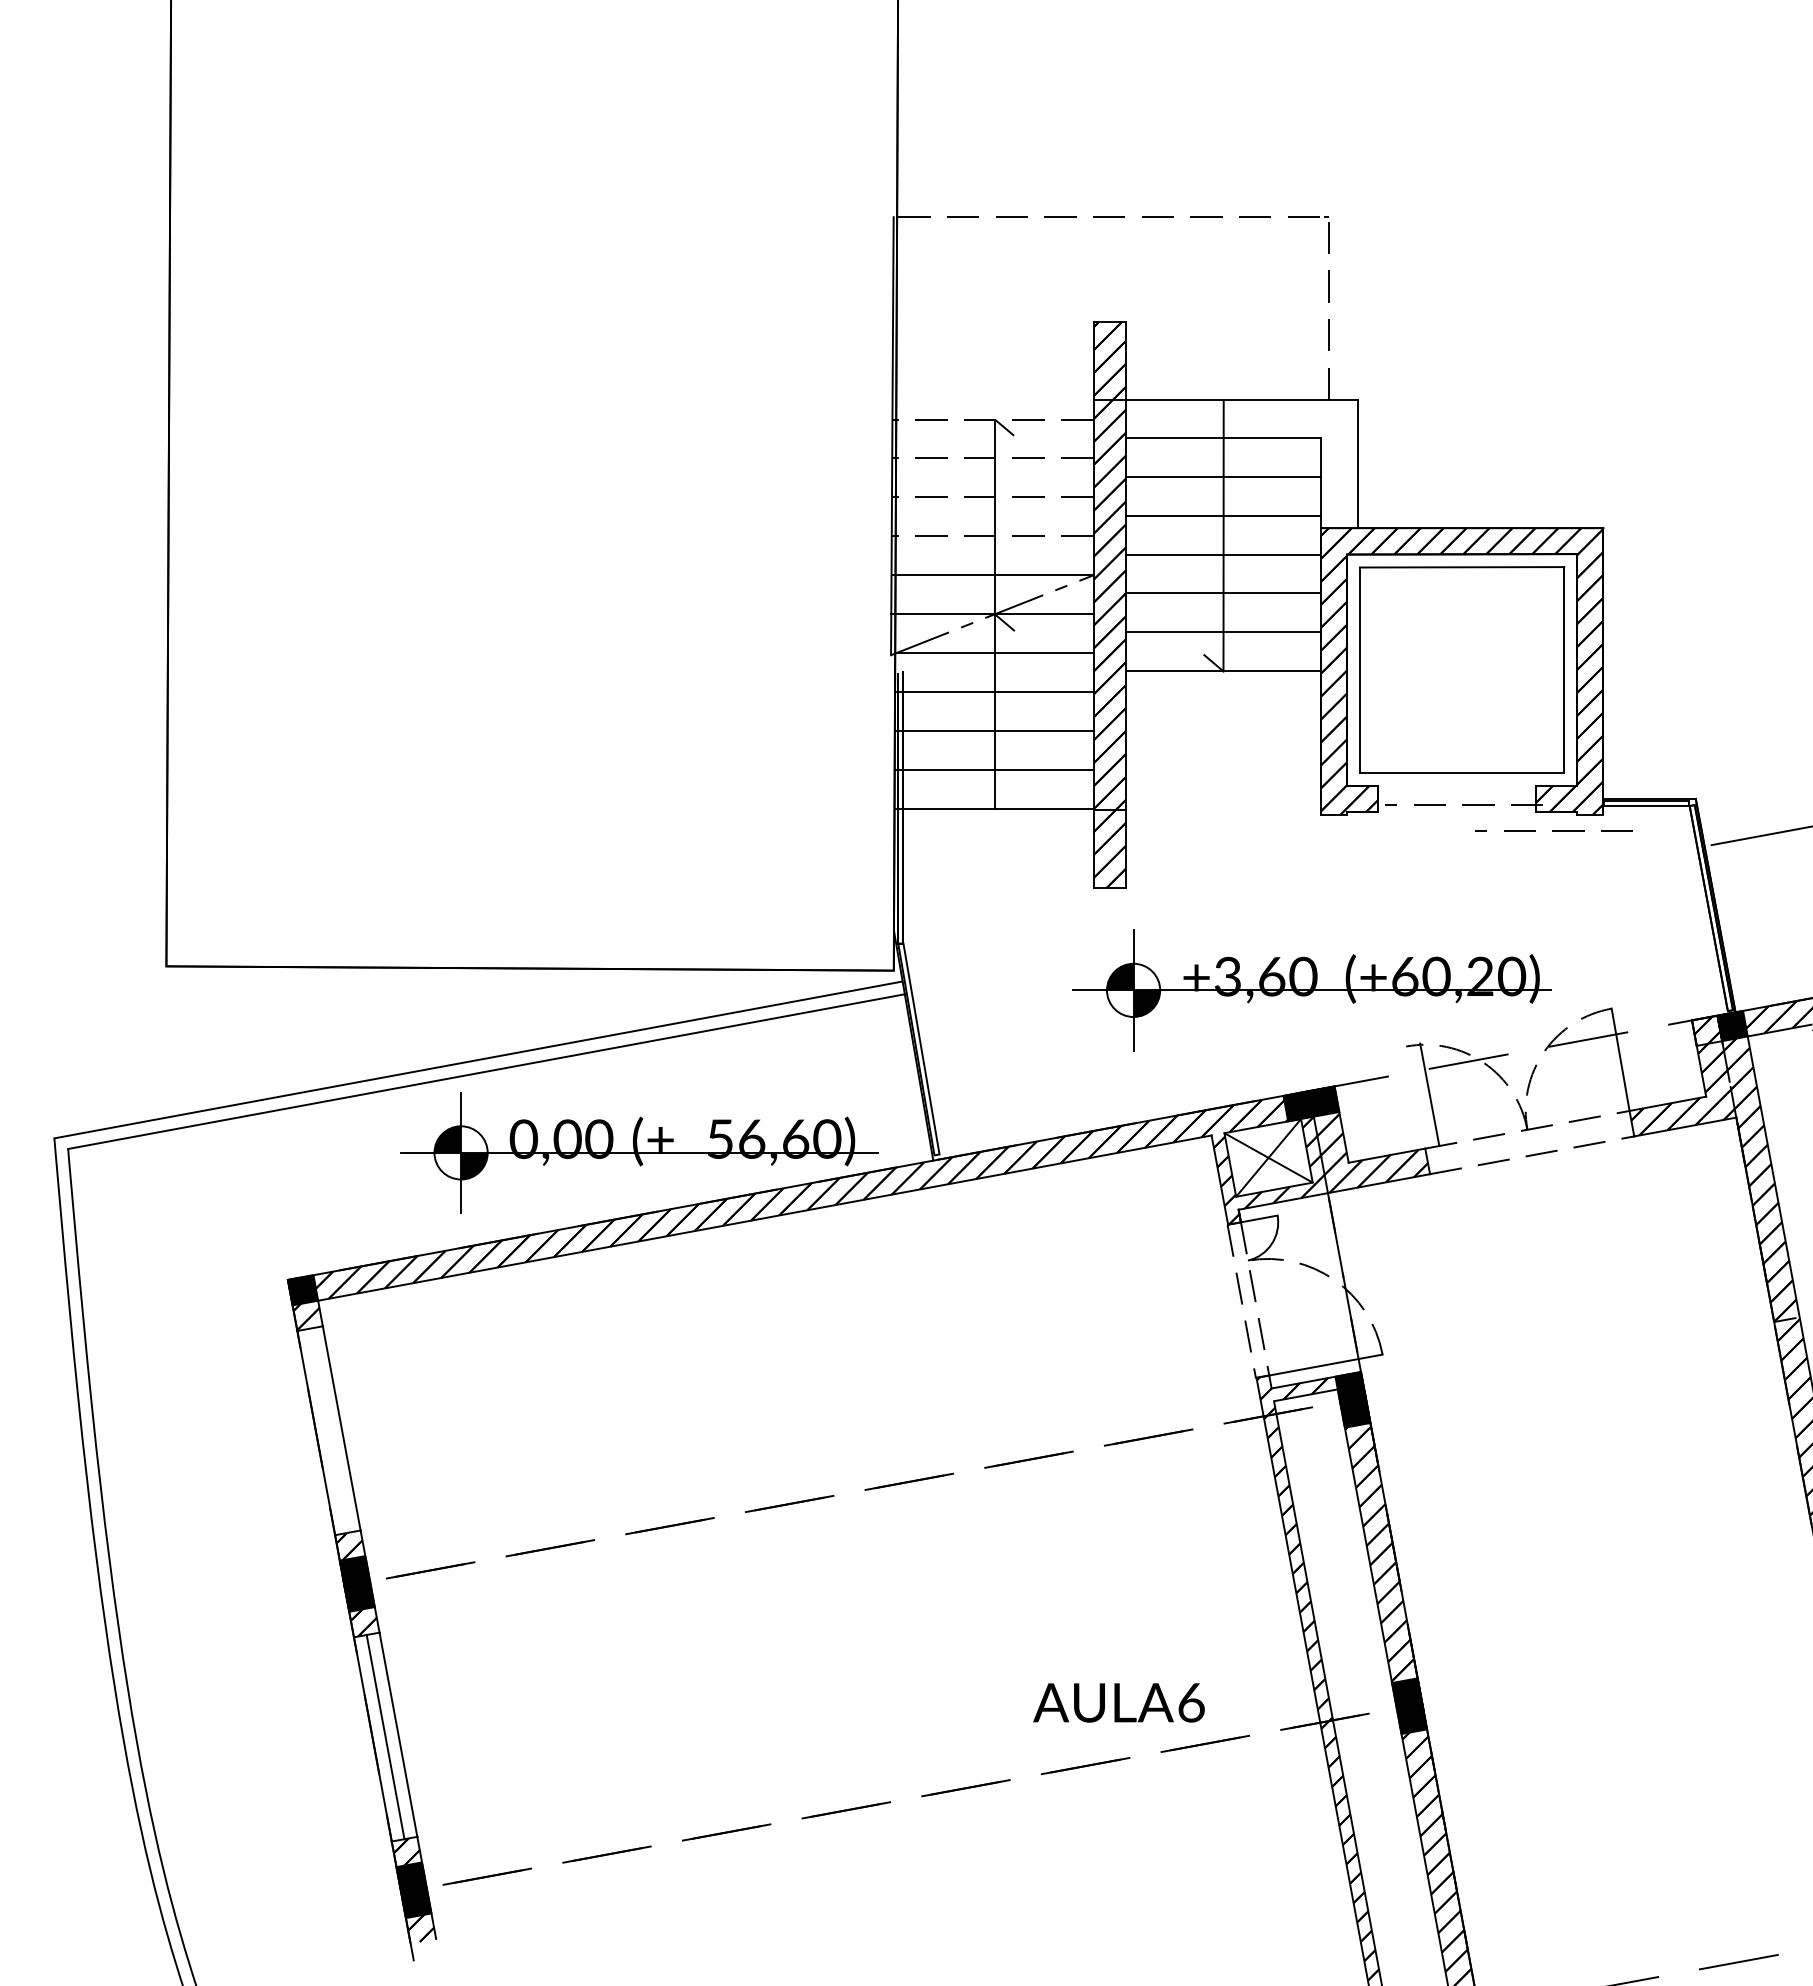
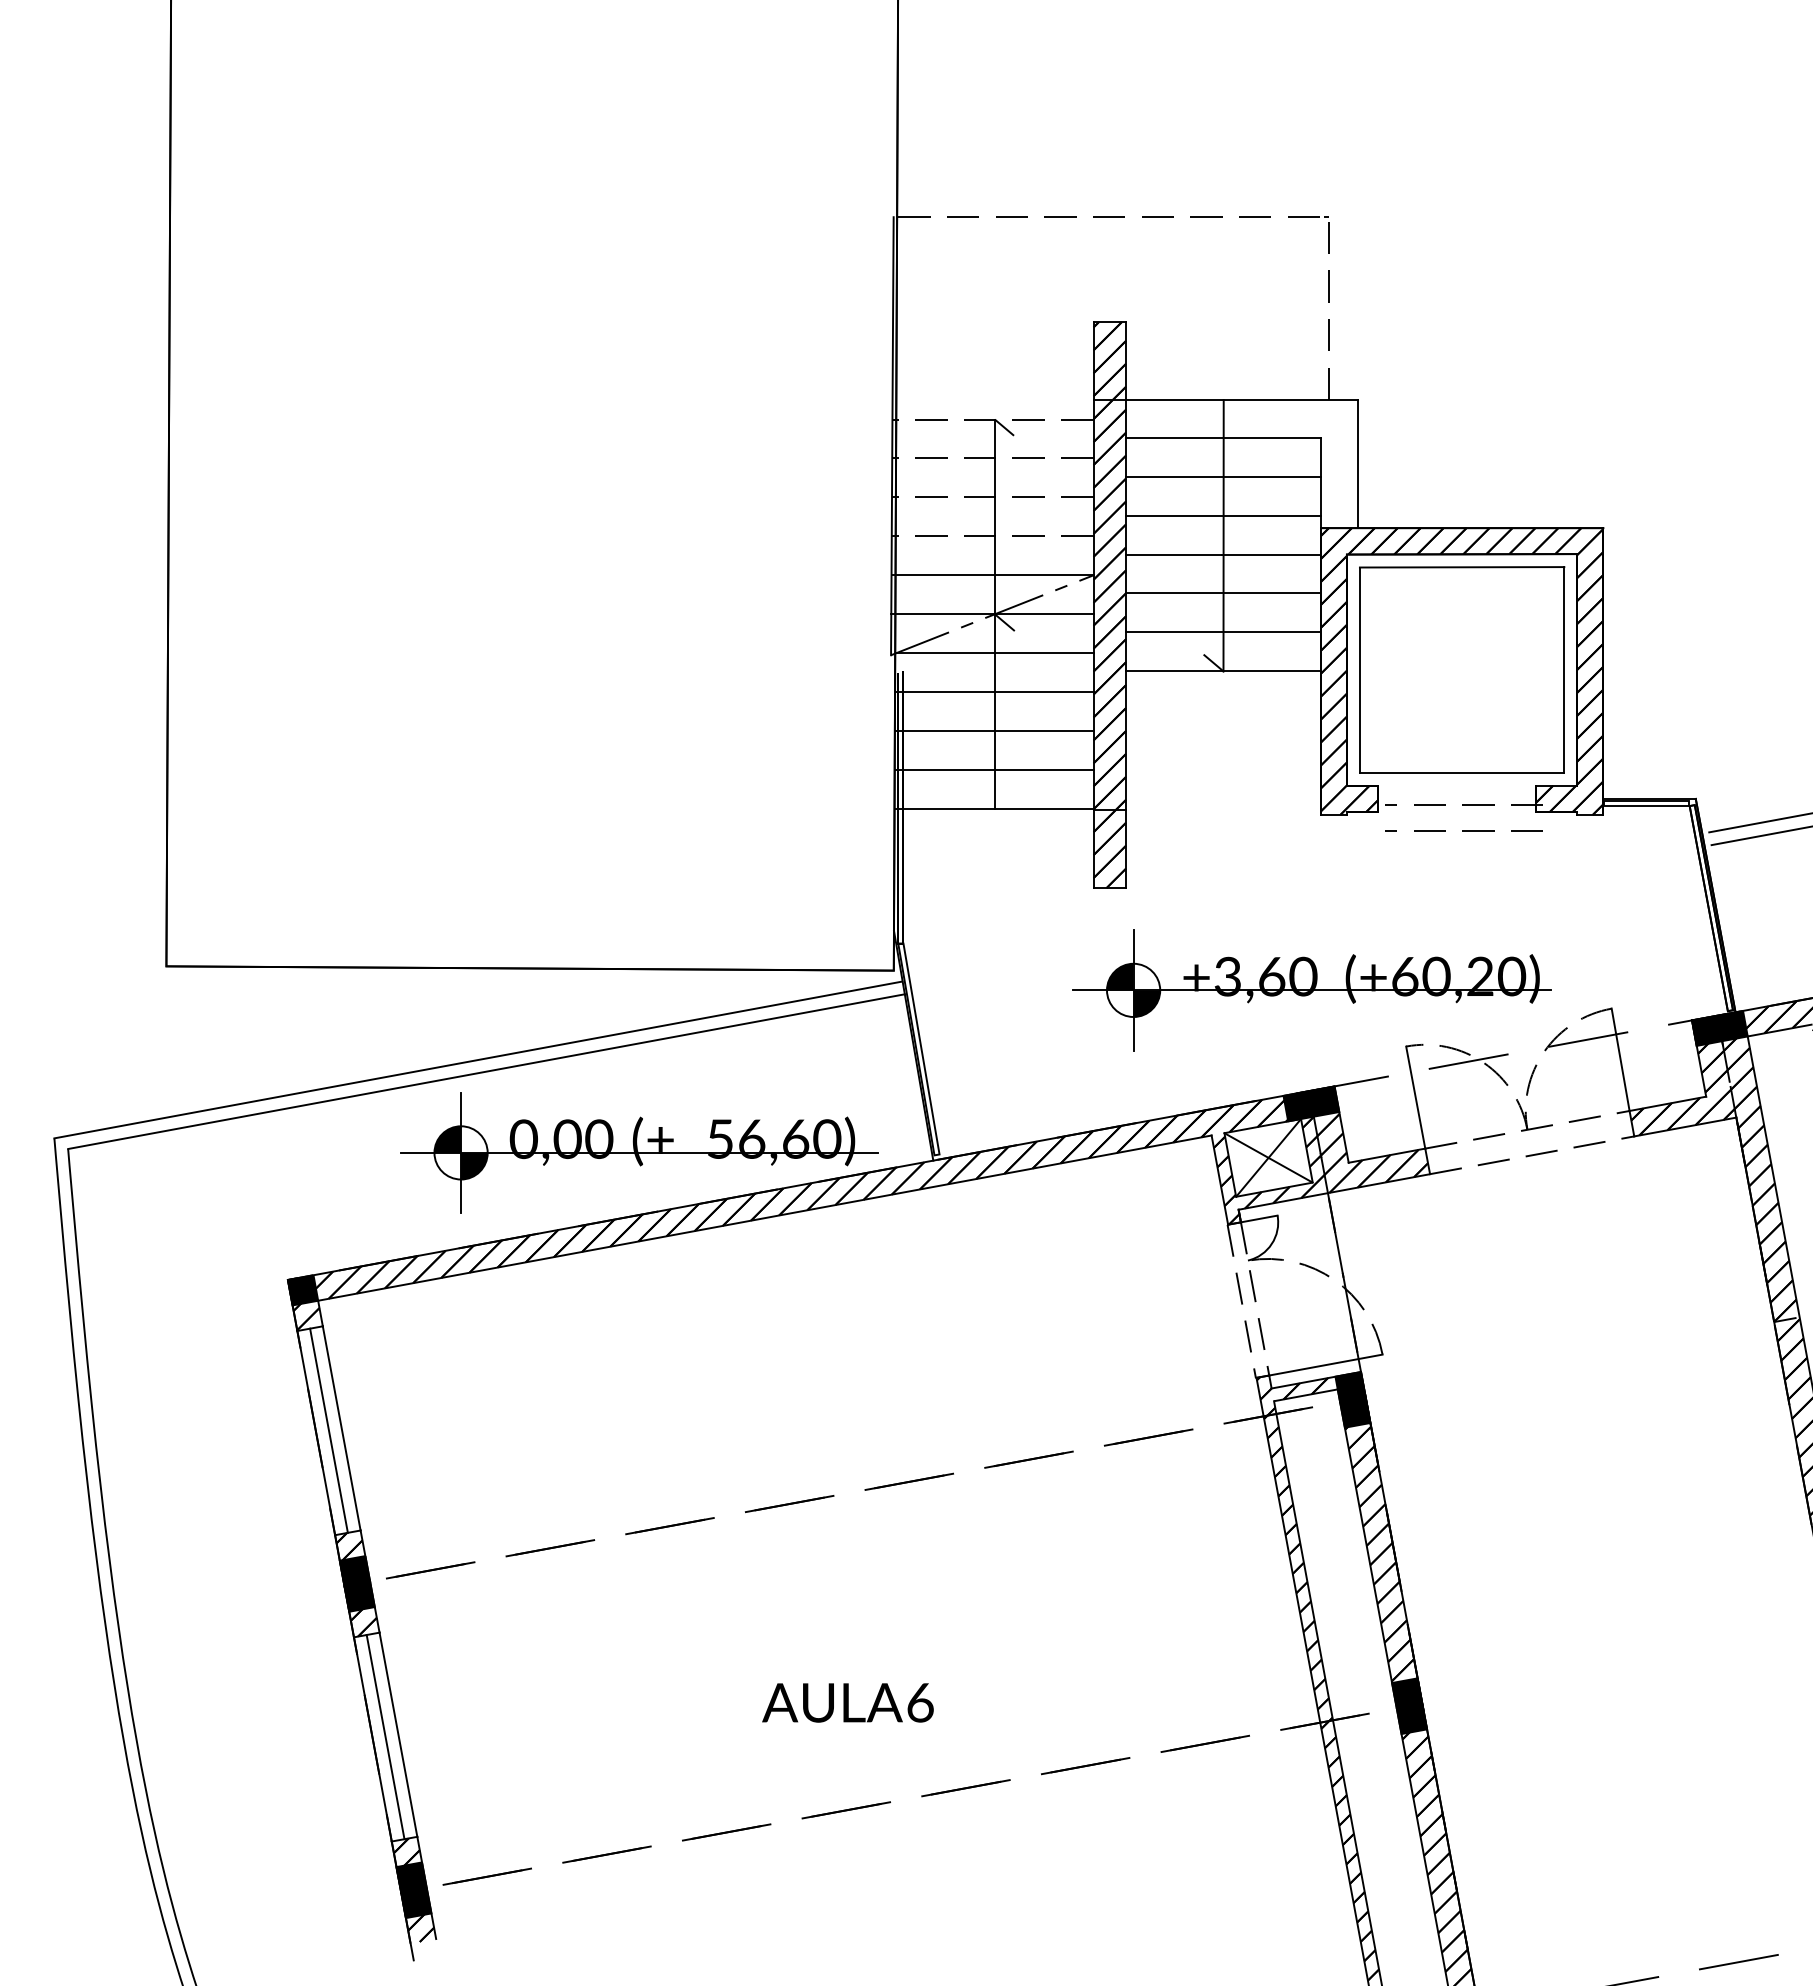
line at (1759, 822): none -> present
line at (1553, 830) position: (1553, 830) -> (1463, 830)
fill at (1707, 1030): none -> present
line at (1429, 1094) position: (1429, 1094) -> (1415, 1097)
line at (328, 1430): none -> present
text at (1118, 1702) position: (1118, 1702) -> (847, 1702)
